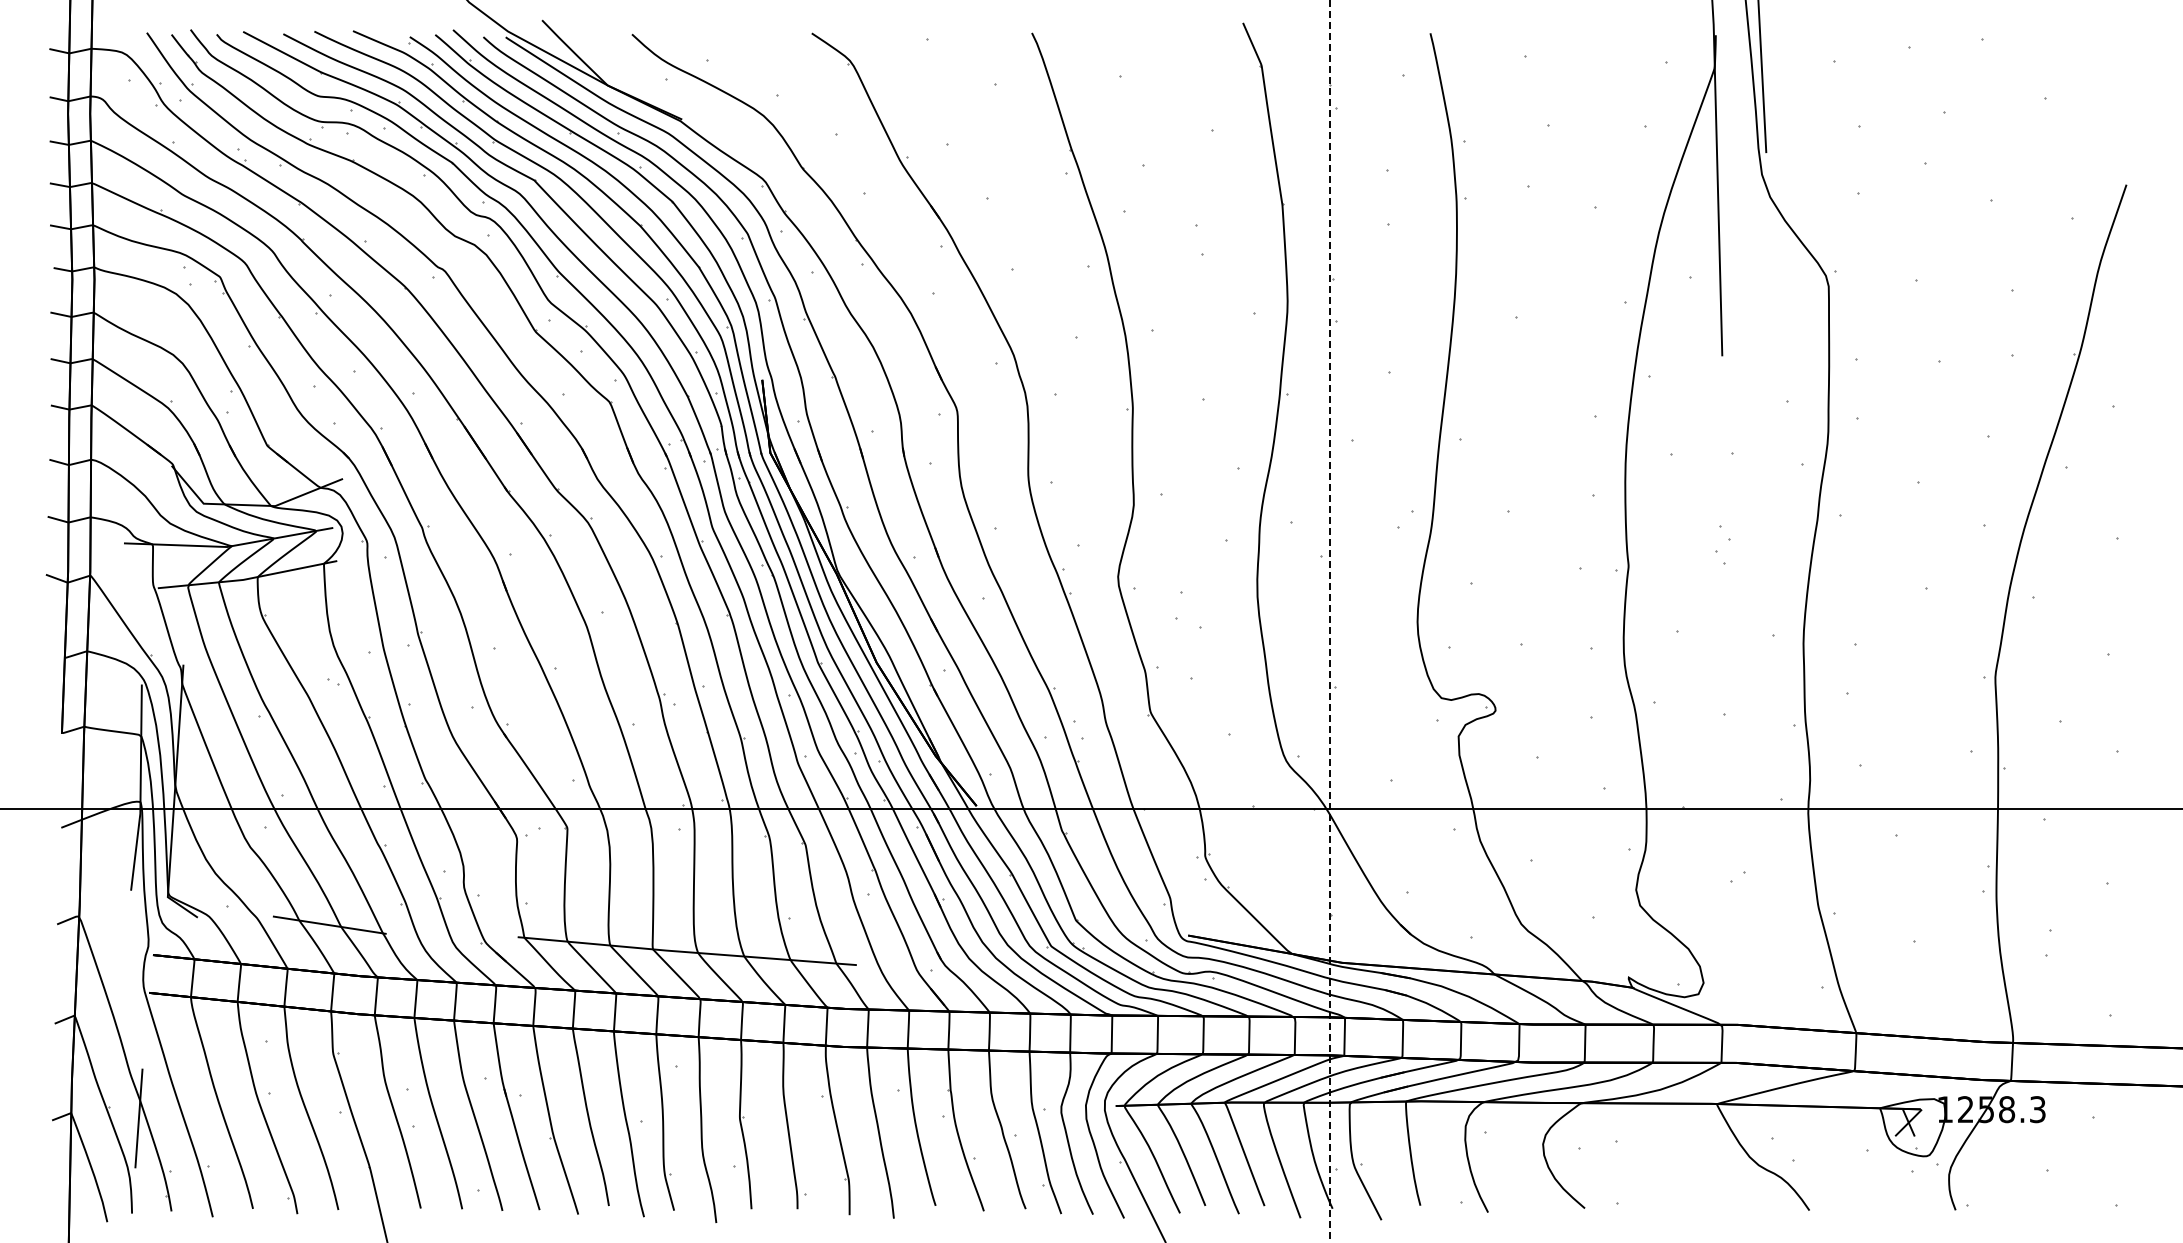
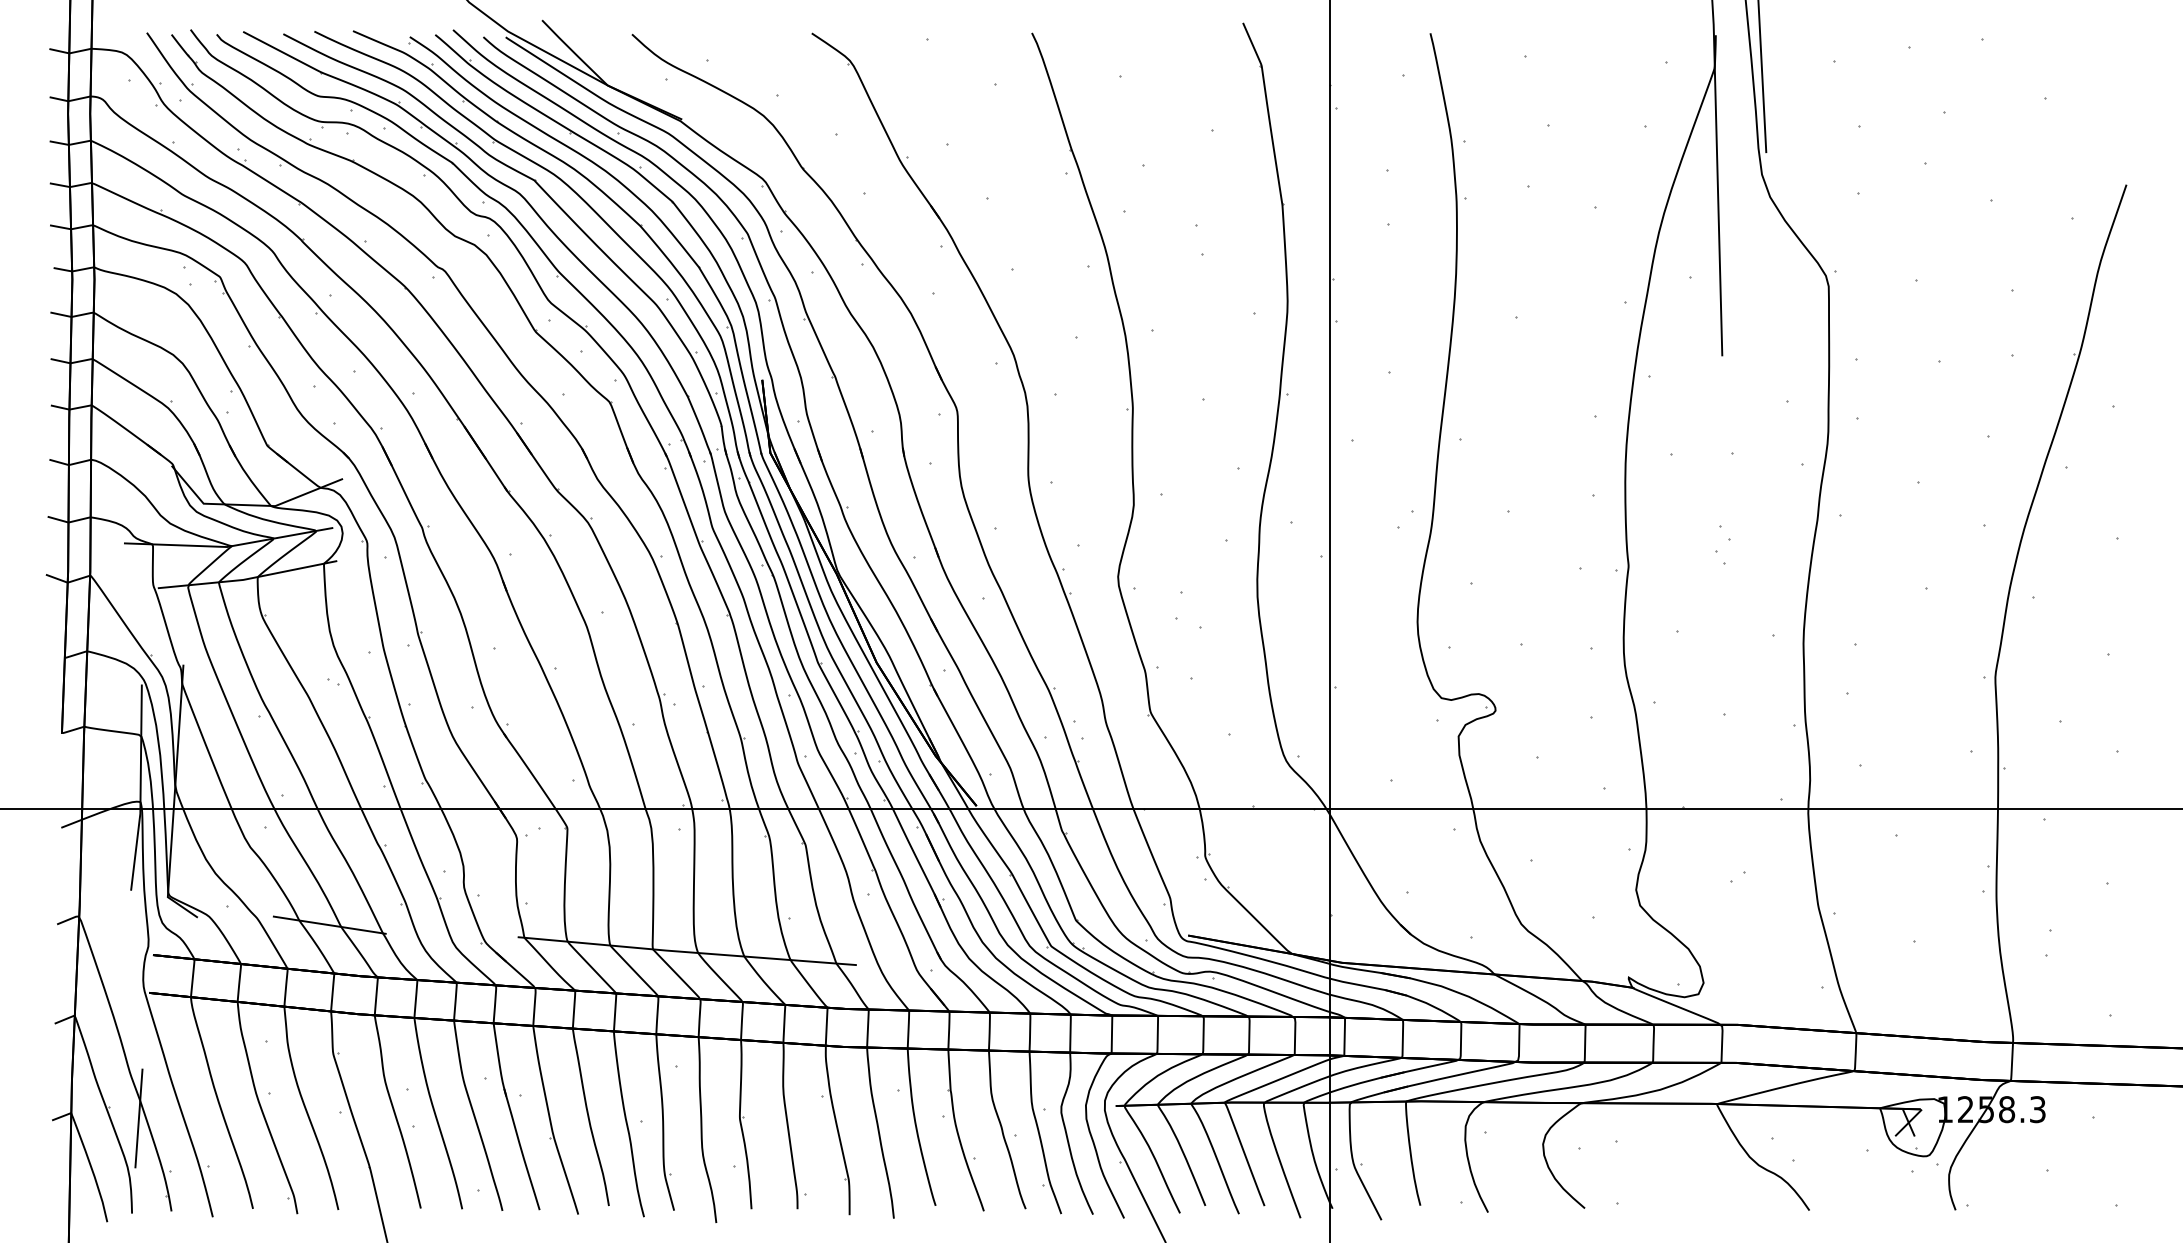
line at (1329, 620): dashed -> solid
